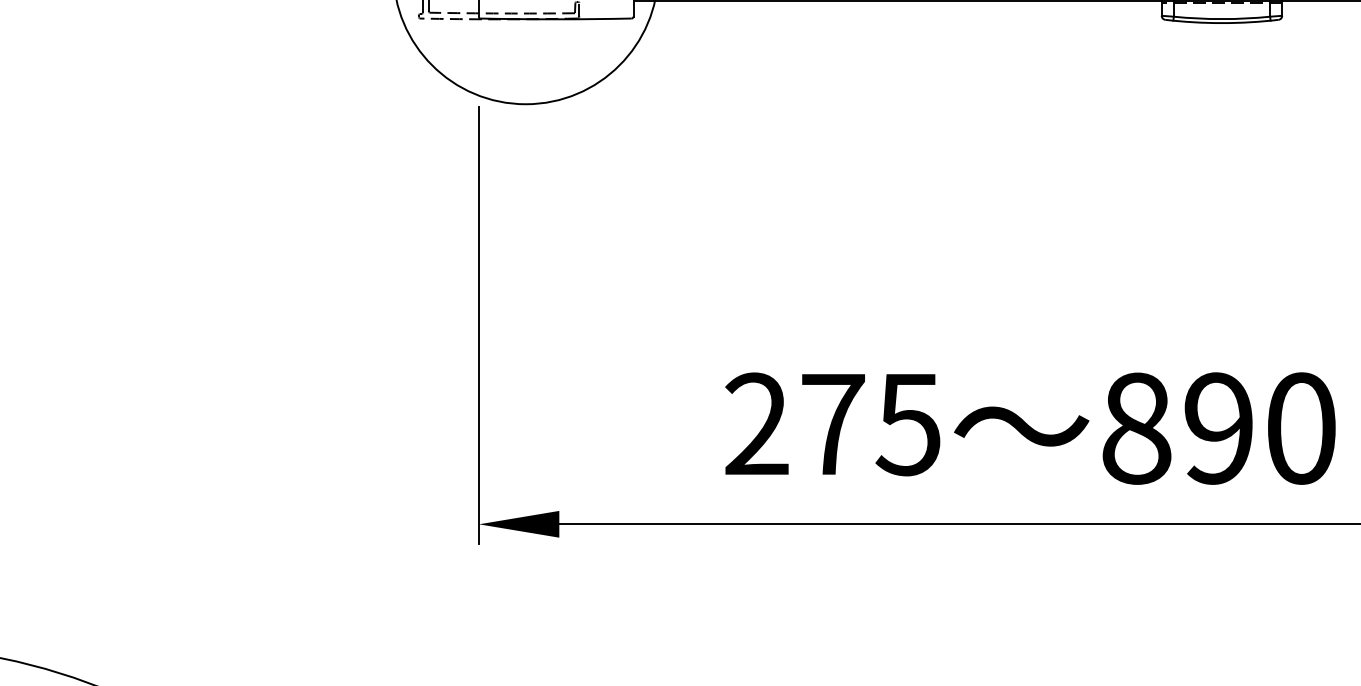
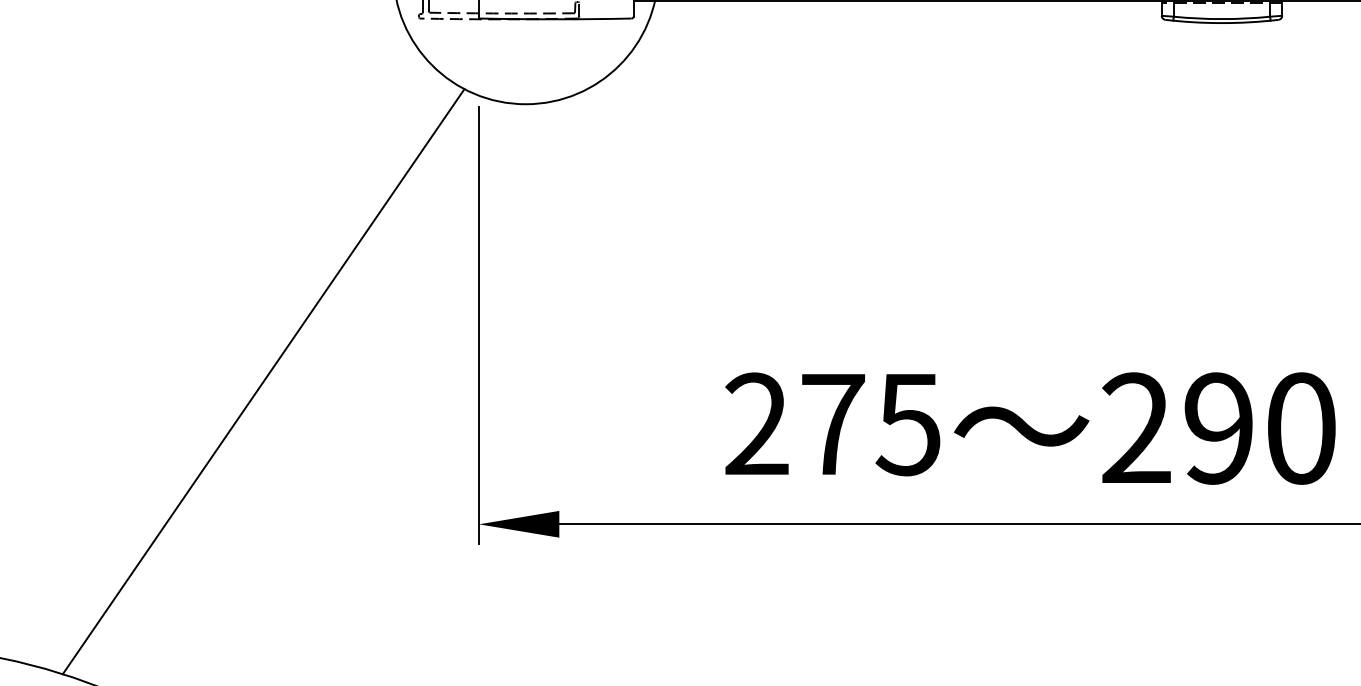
line at (263, 381): none -> present
text at (1136, 428): 890 -> 290
